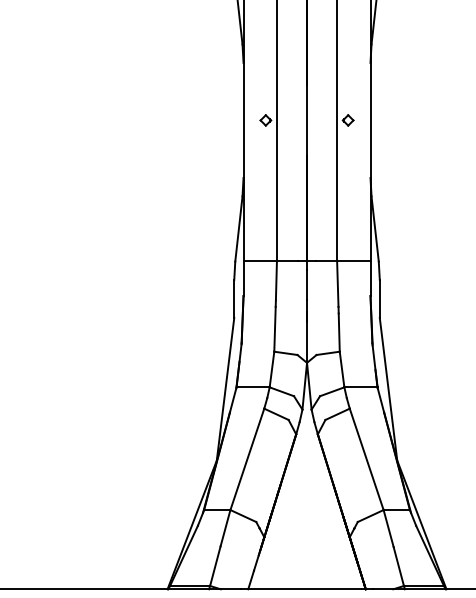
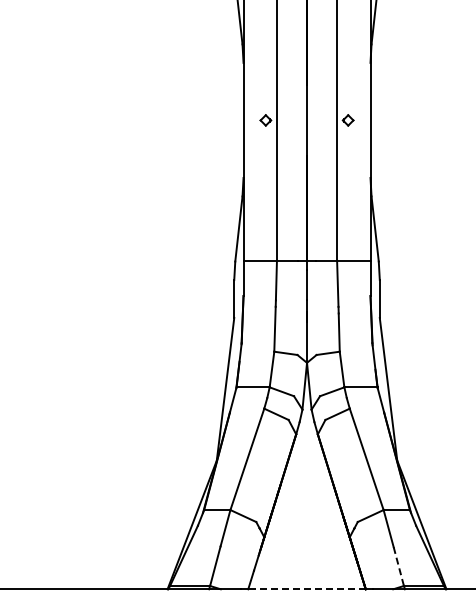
line at (398, 567): solid -> dashed
line at (307, 589): solid -> dashed
